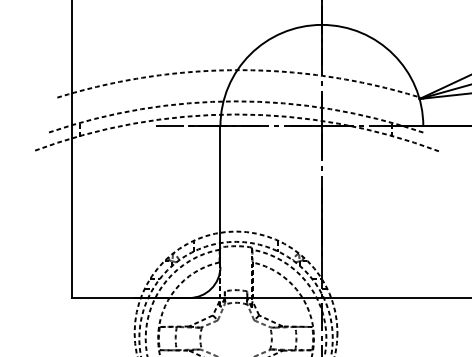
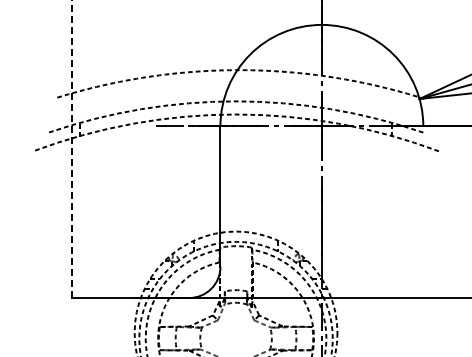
line at (72, 149): solid -> dashed
